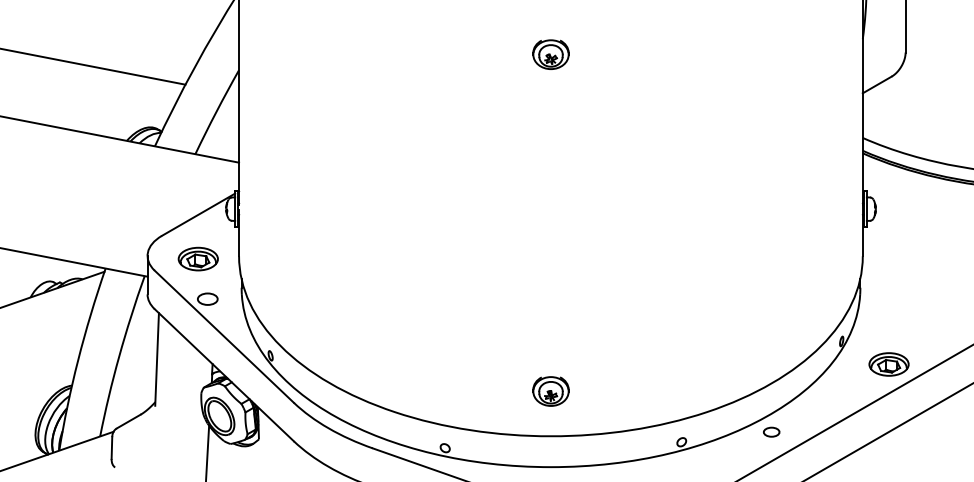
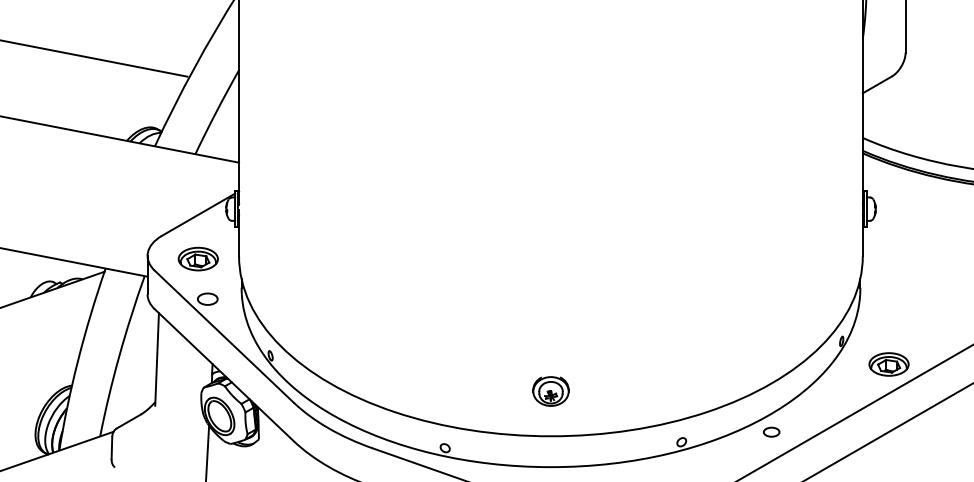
part at (550, 54): present -> none
line at (93, 66) position: (93, 66) -> (94, 58)
